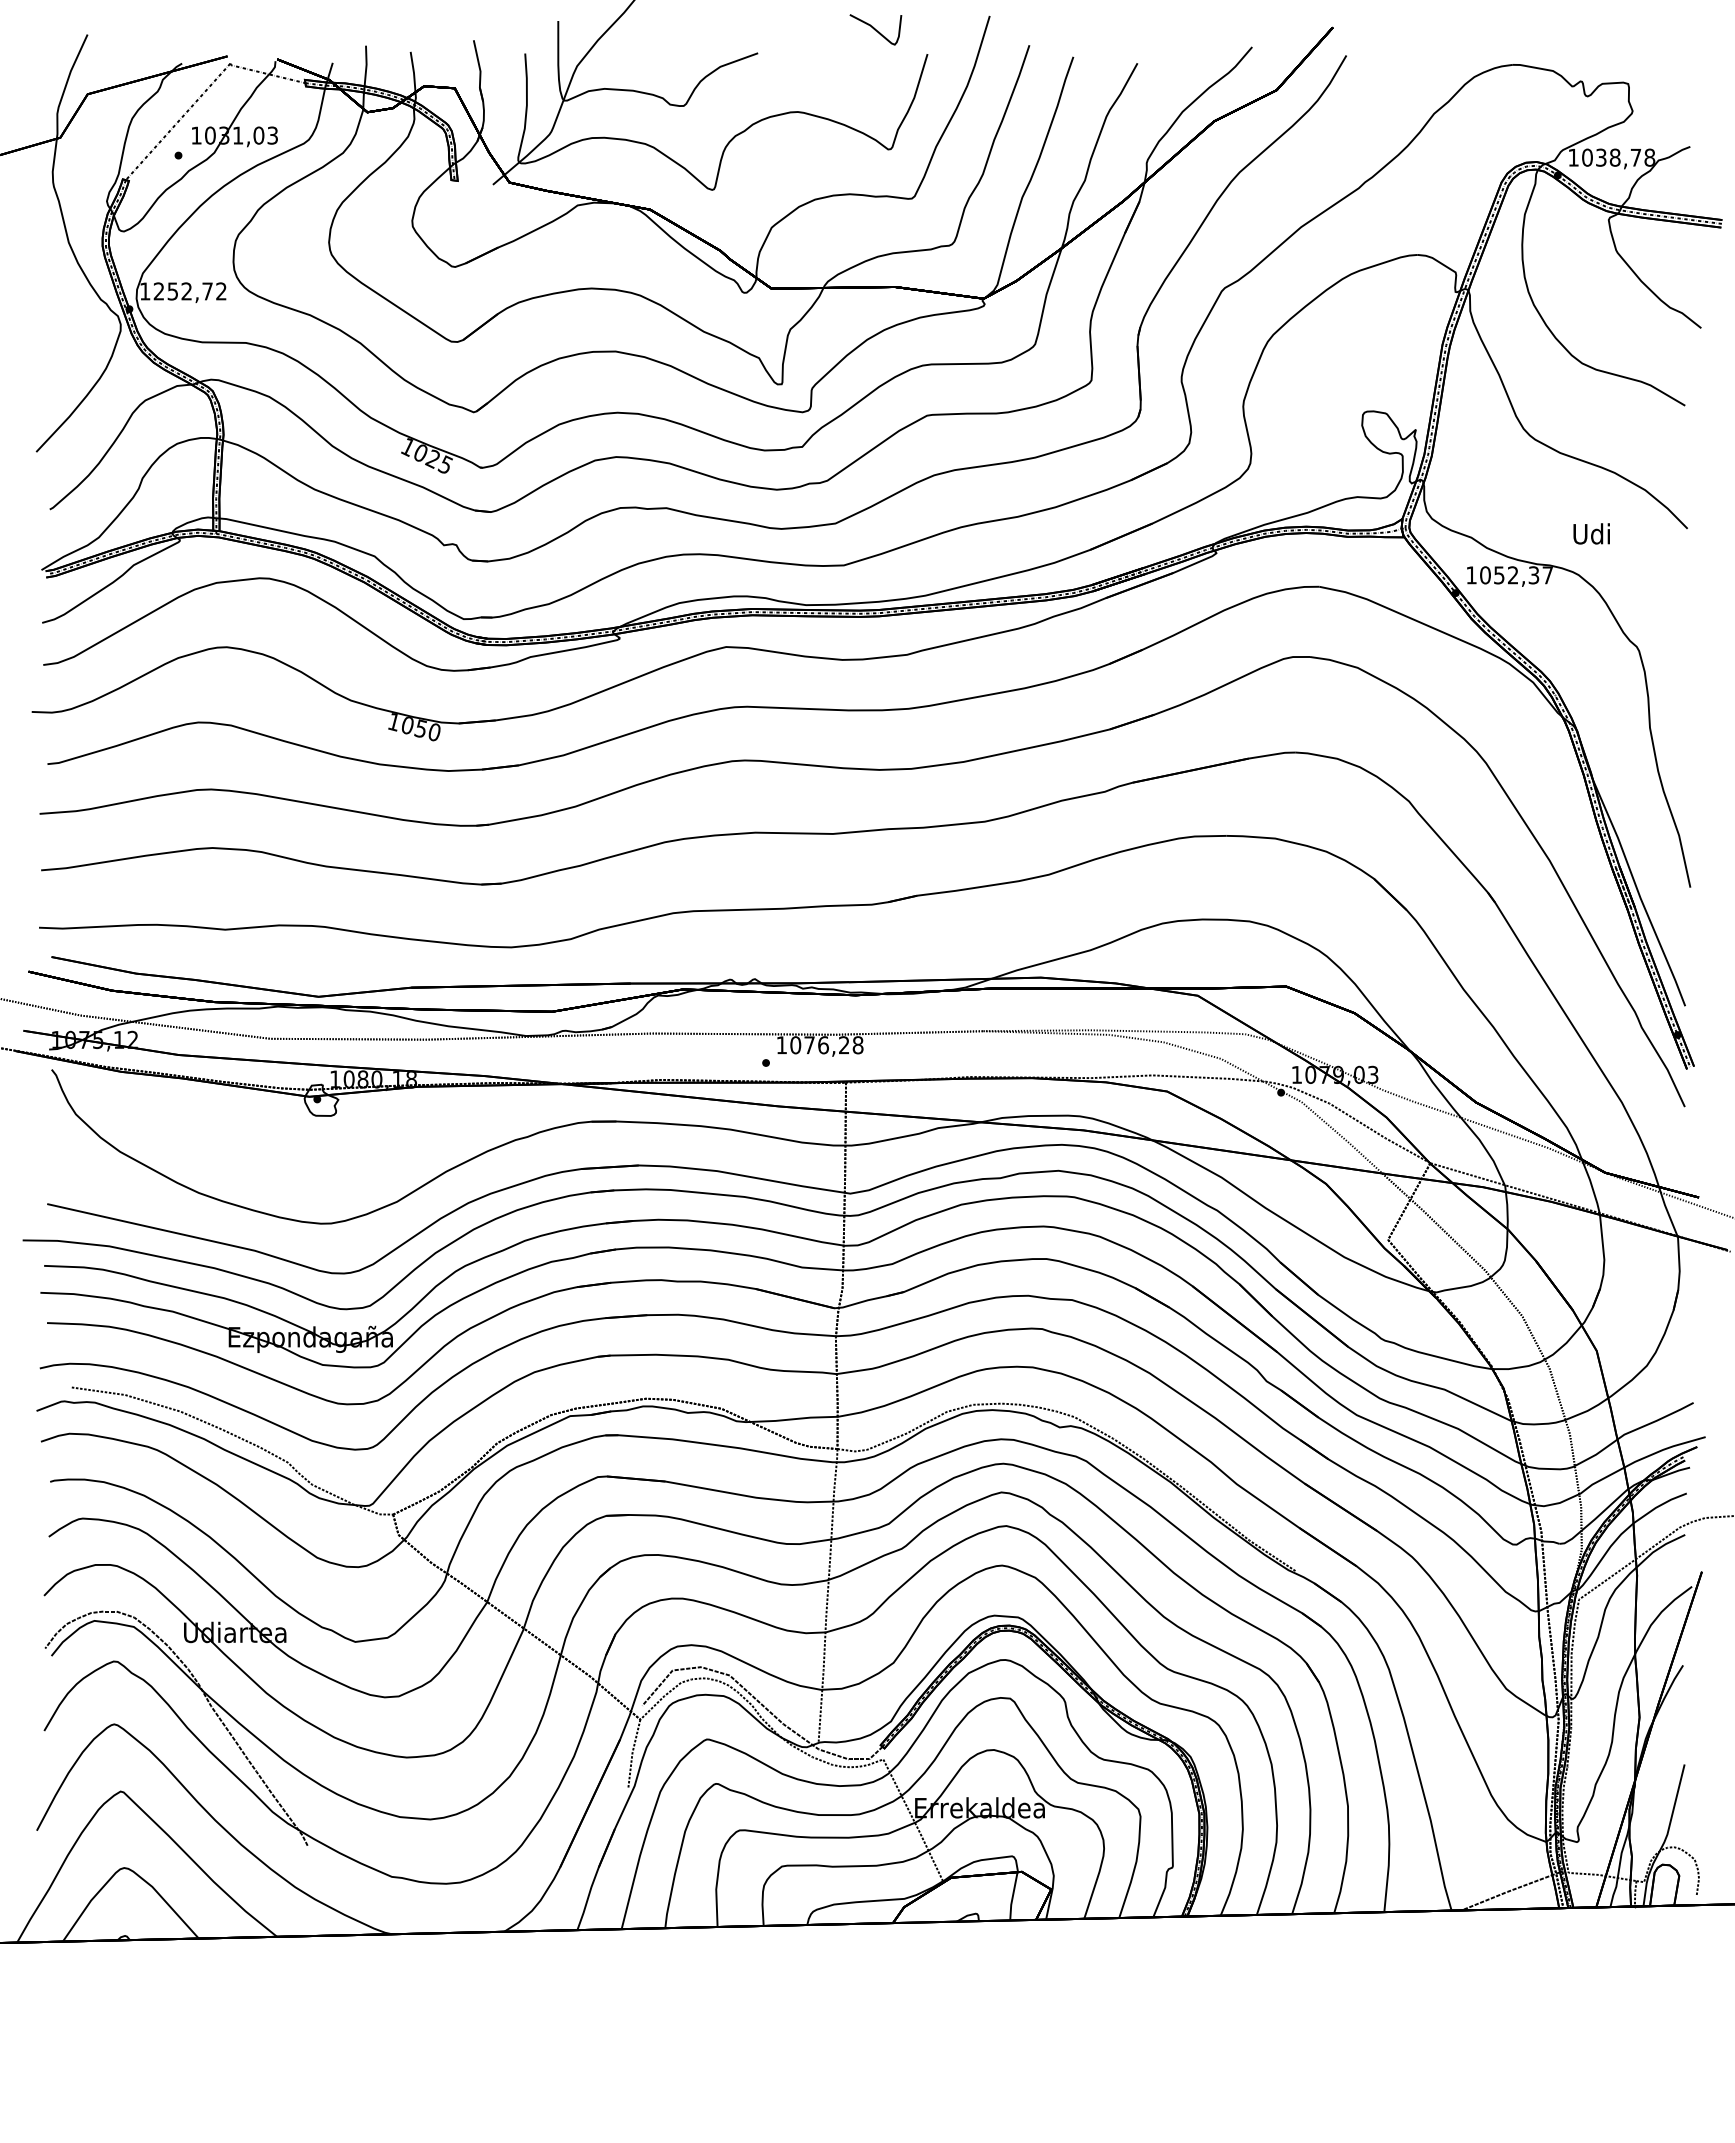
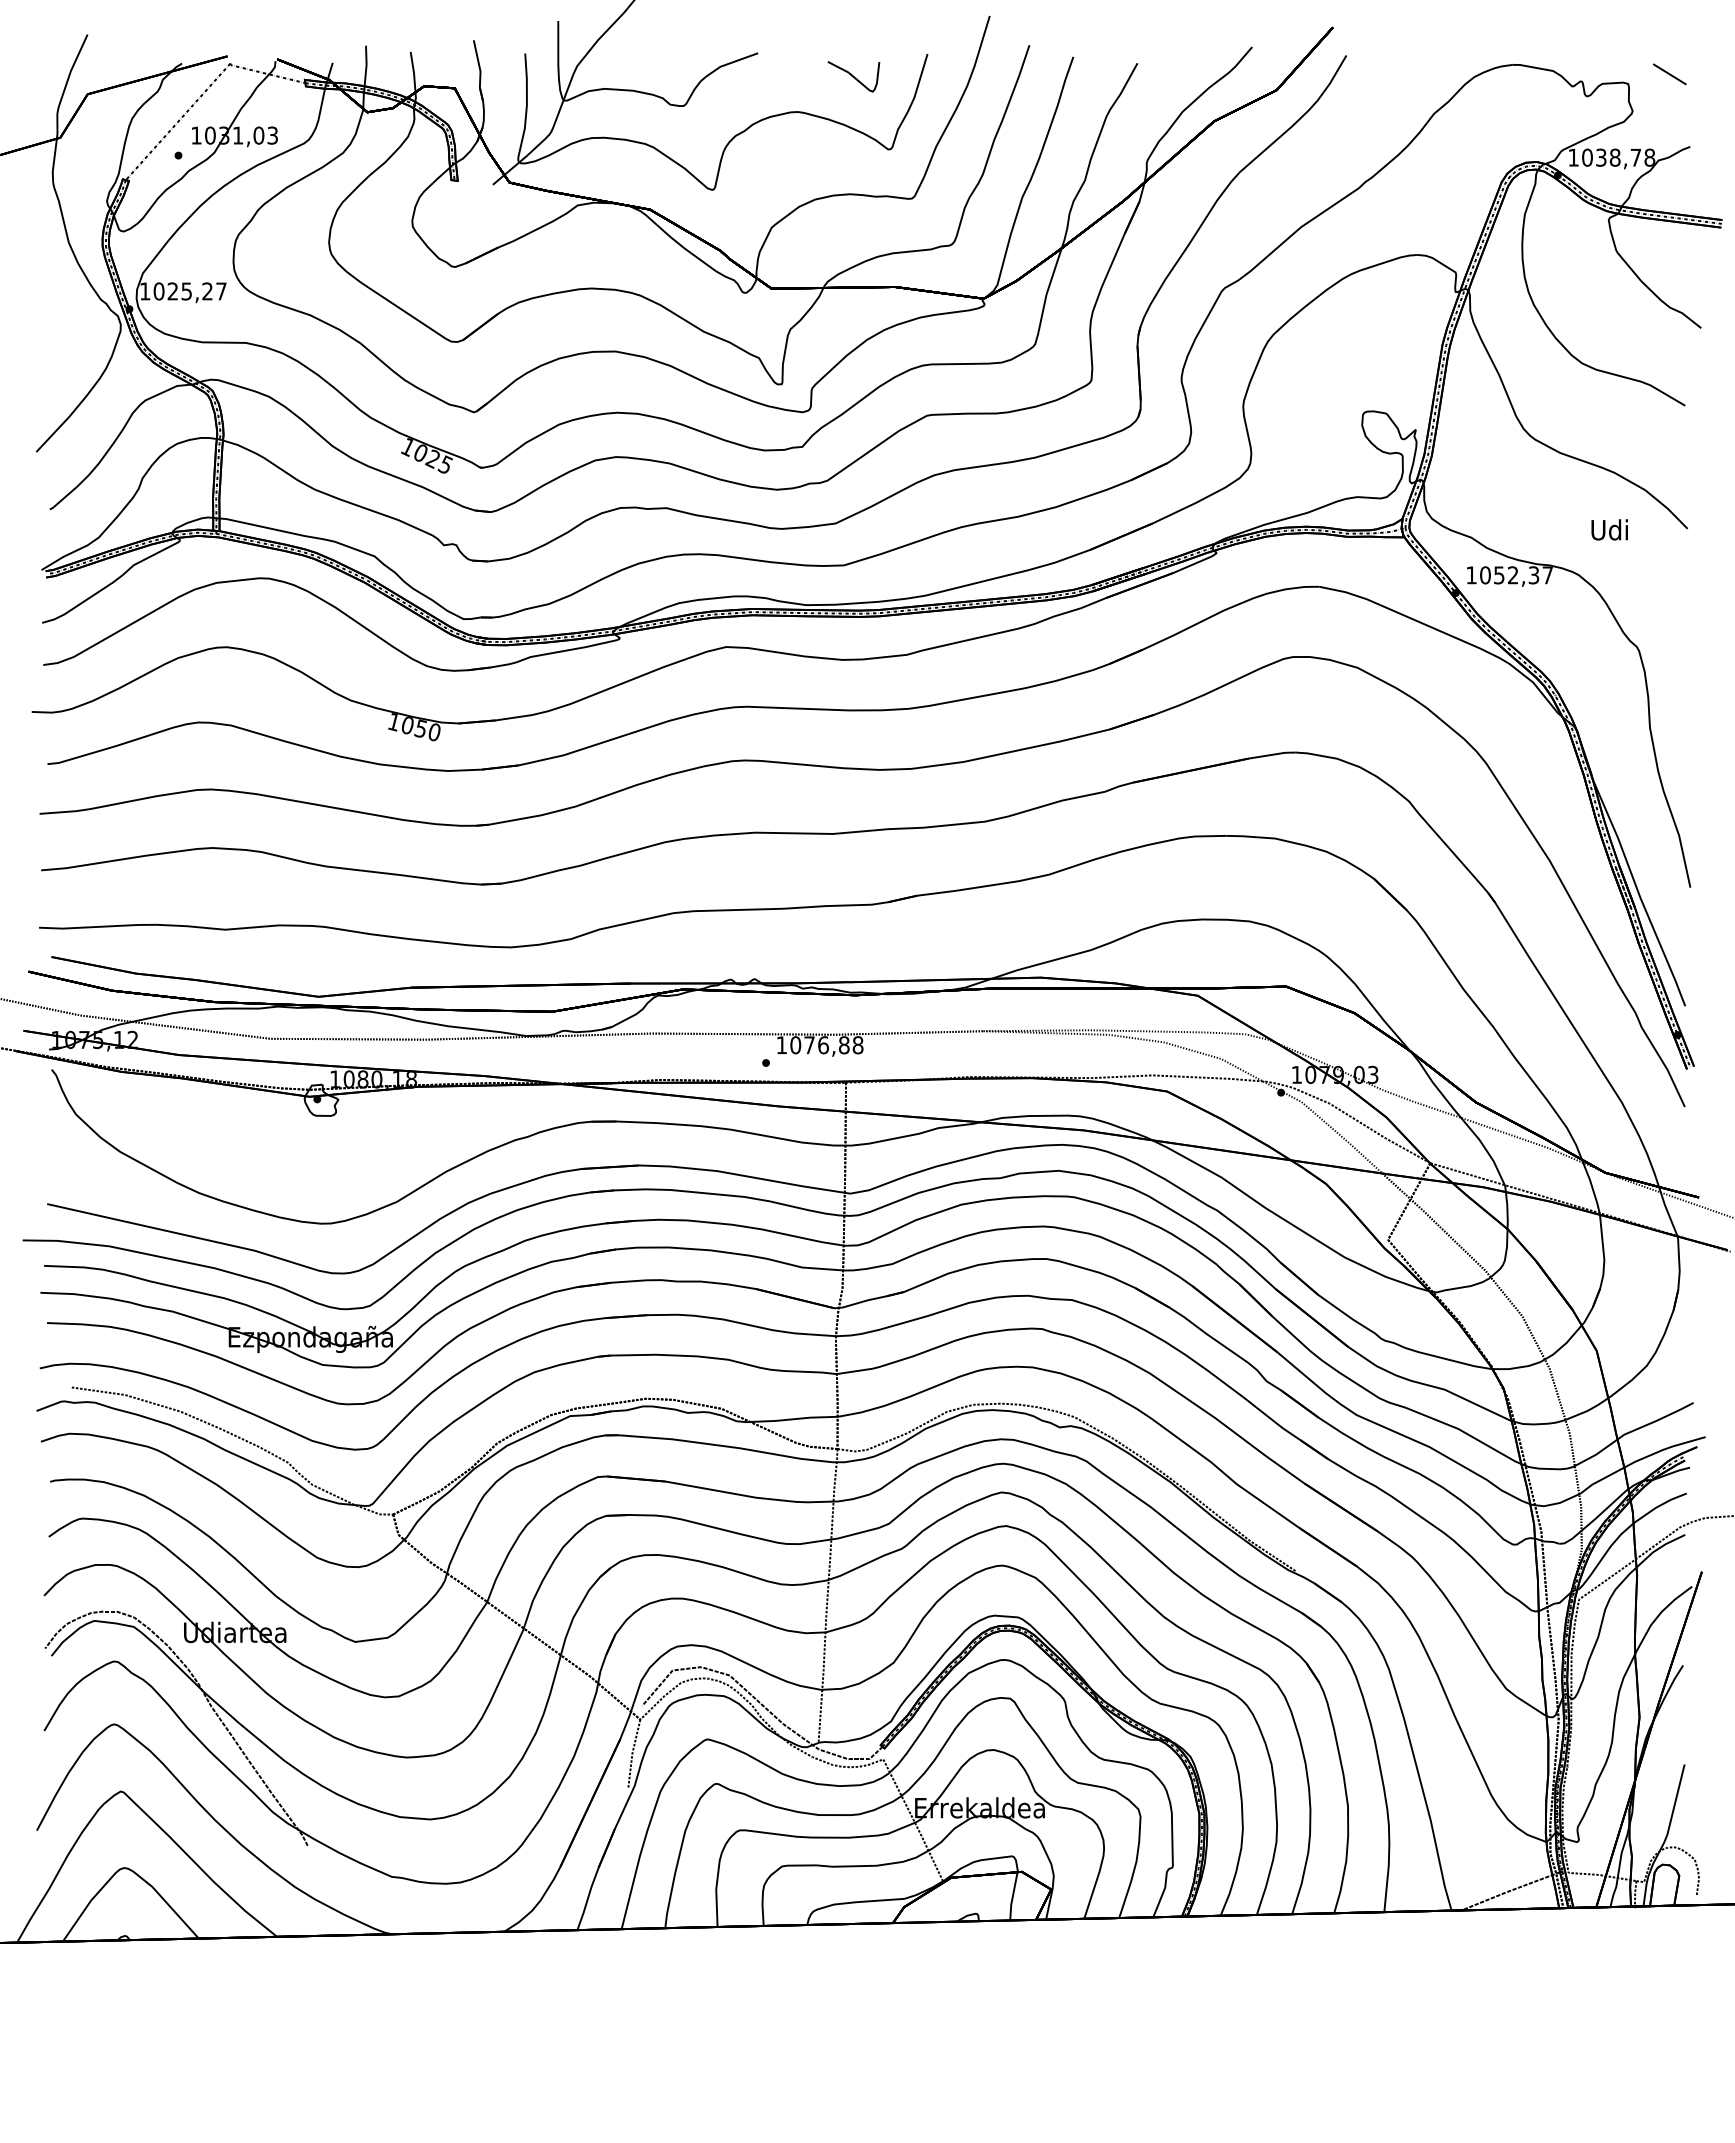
curve at (875, 29) position: (875, 29) -> (853, 76)
line at (1669, 74): none -> present
text at (189, 291): 1252,72 -> 1025,27
text at (1591, 533) position: (1591, 533) -> (1609, 529)
text at (843, 1045): 1076,28 -> 1076,88
